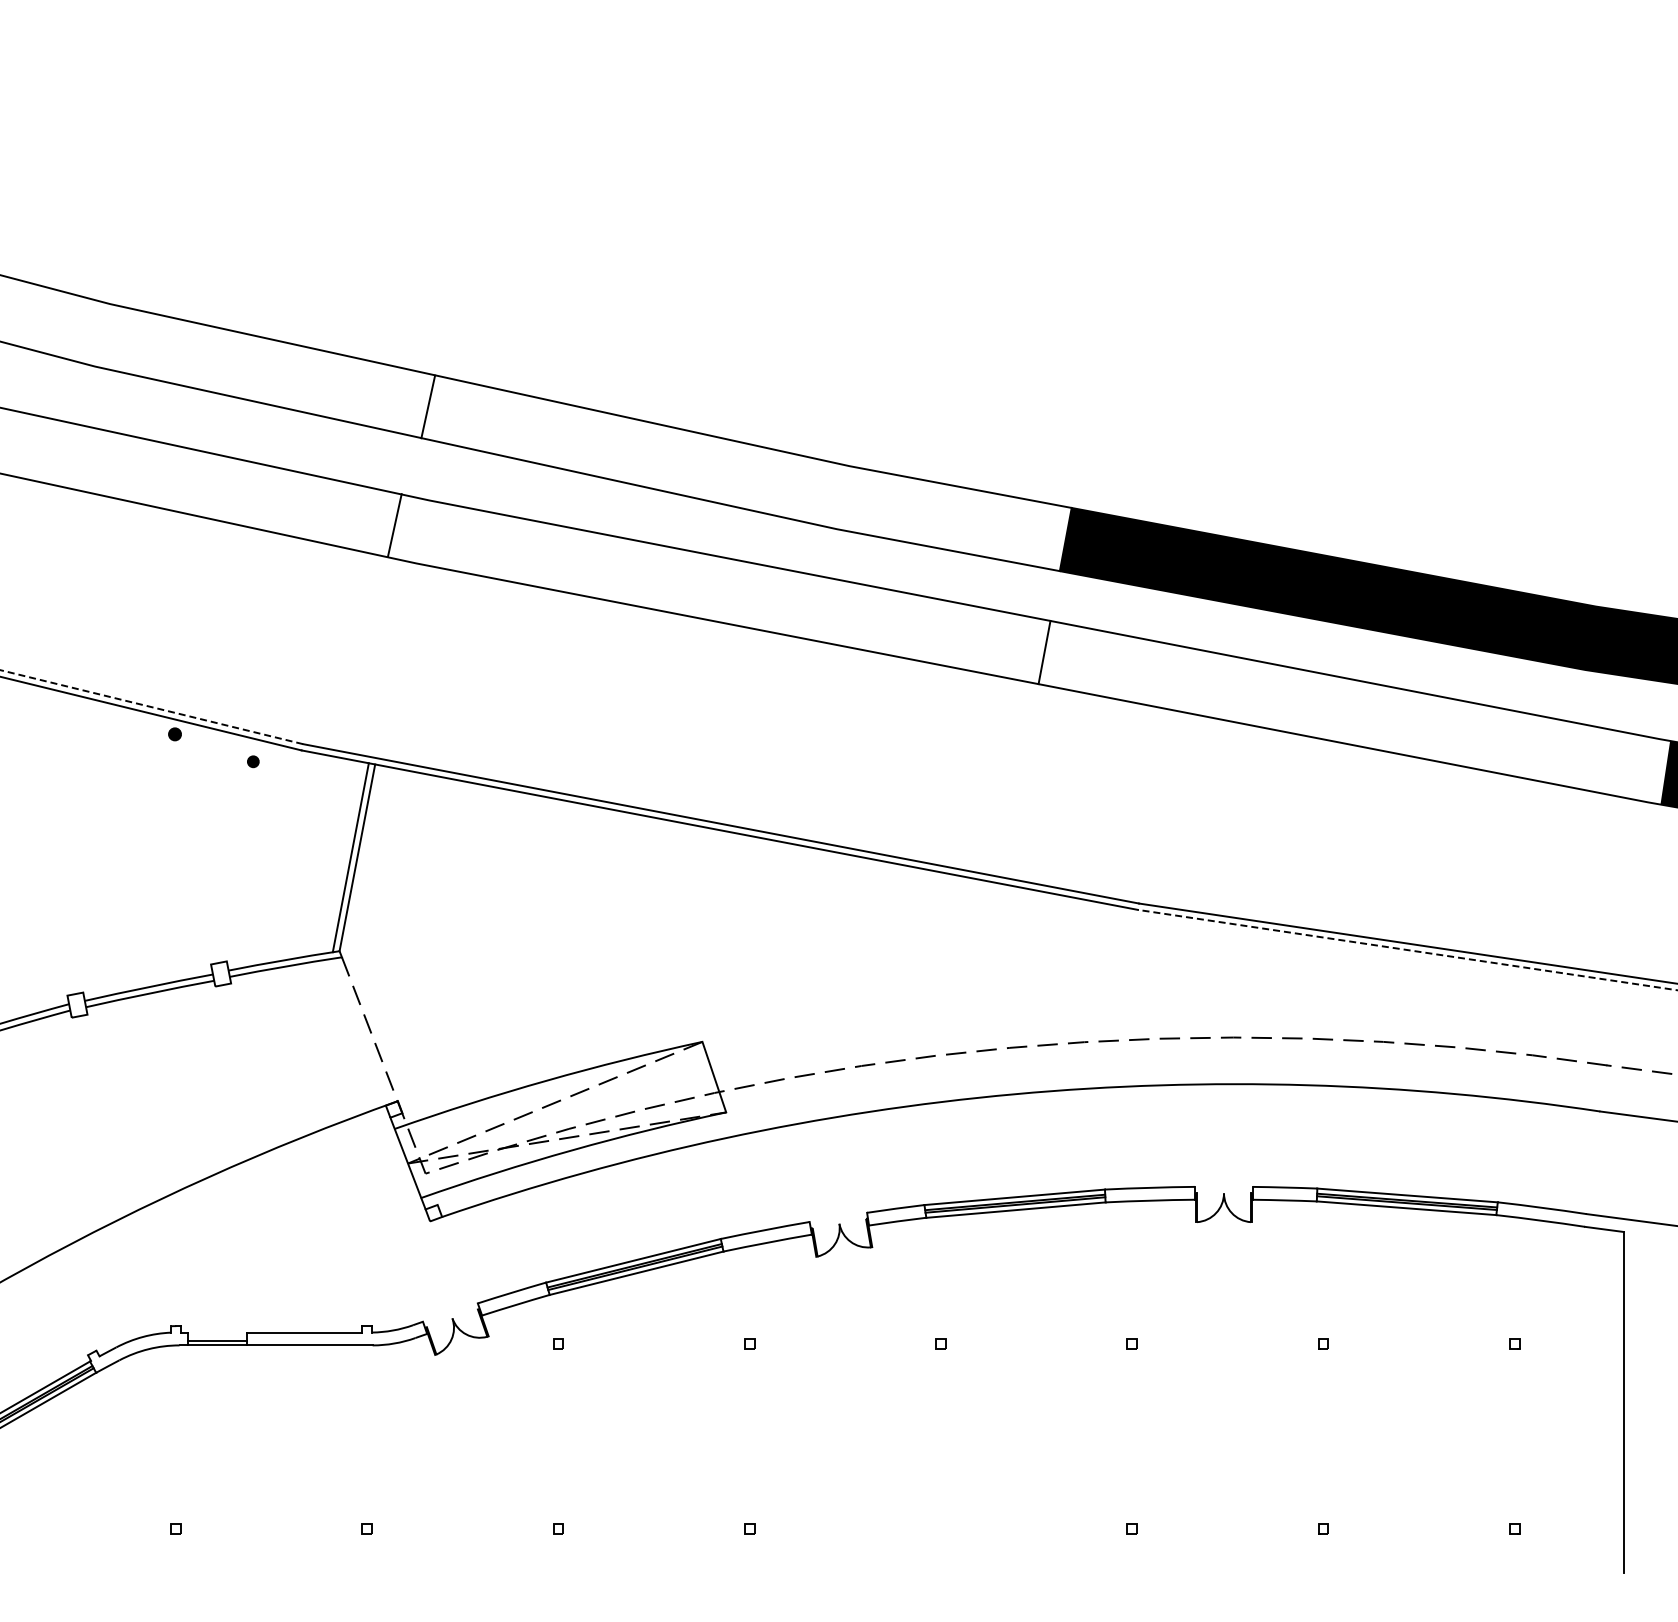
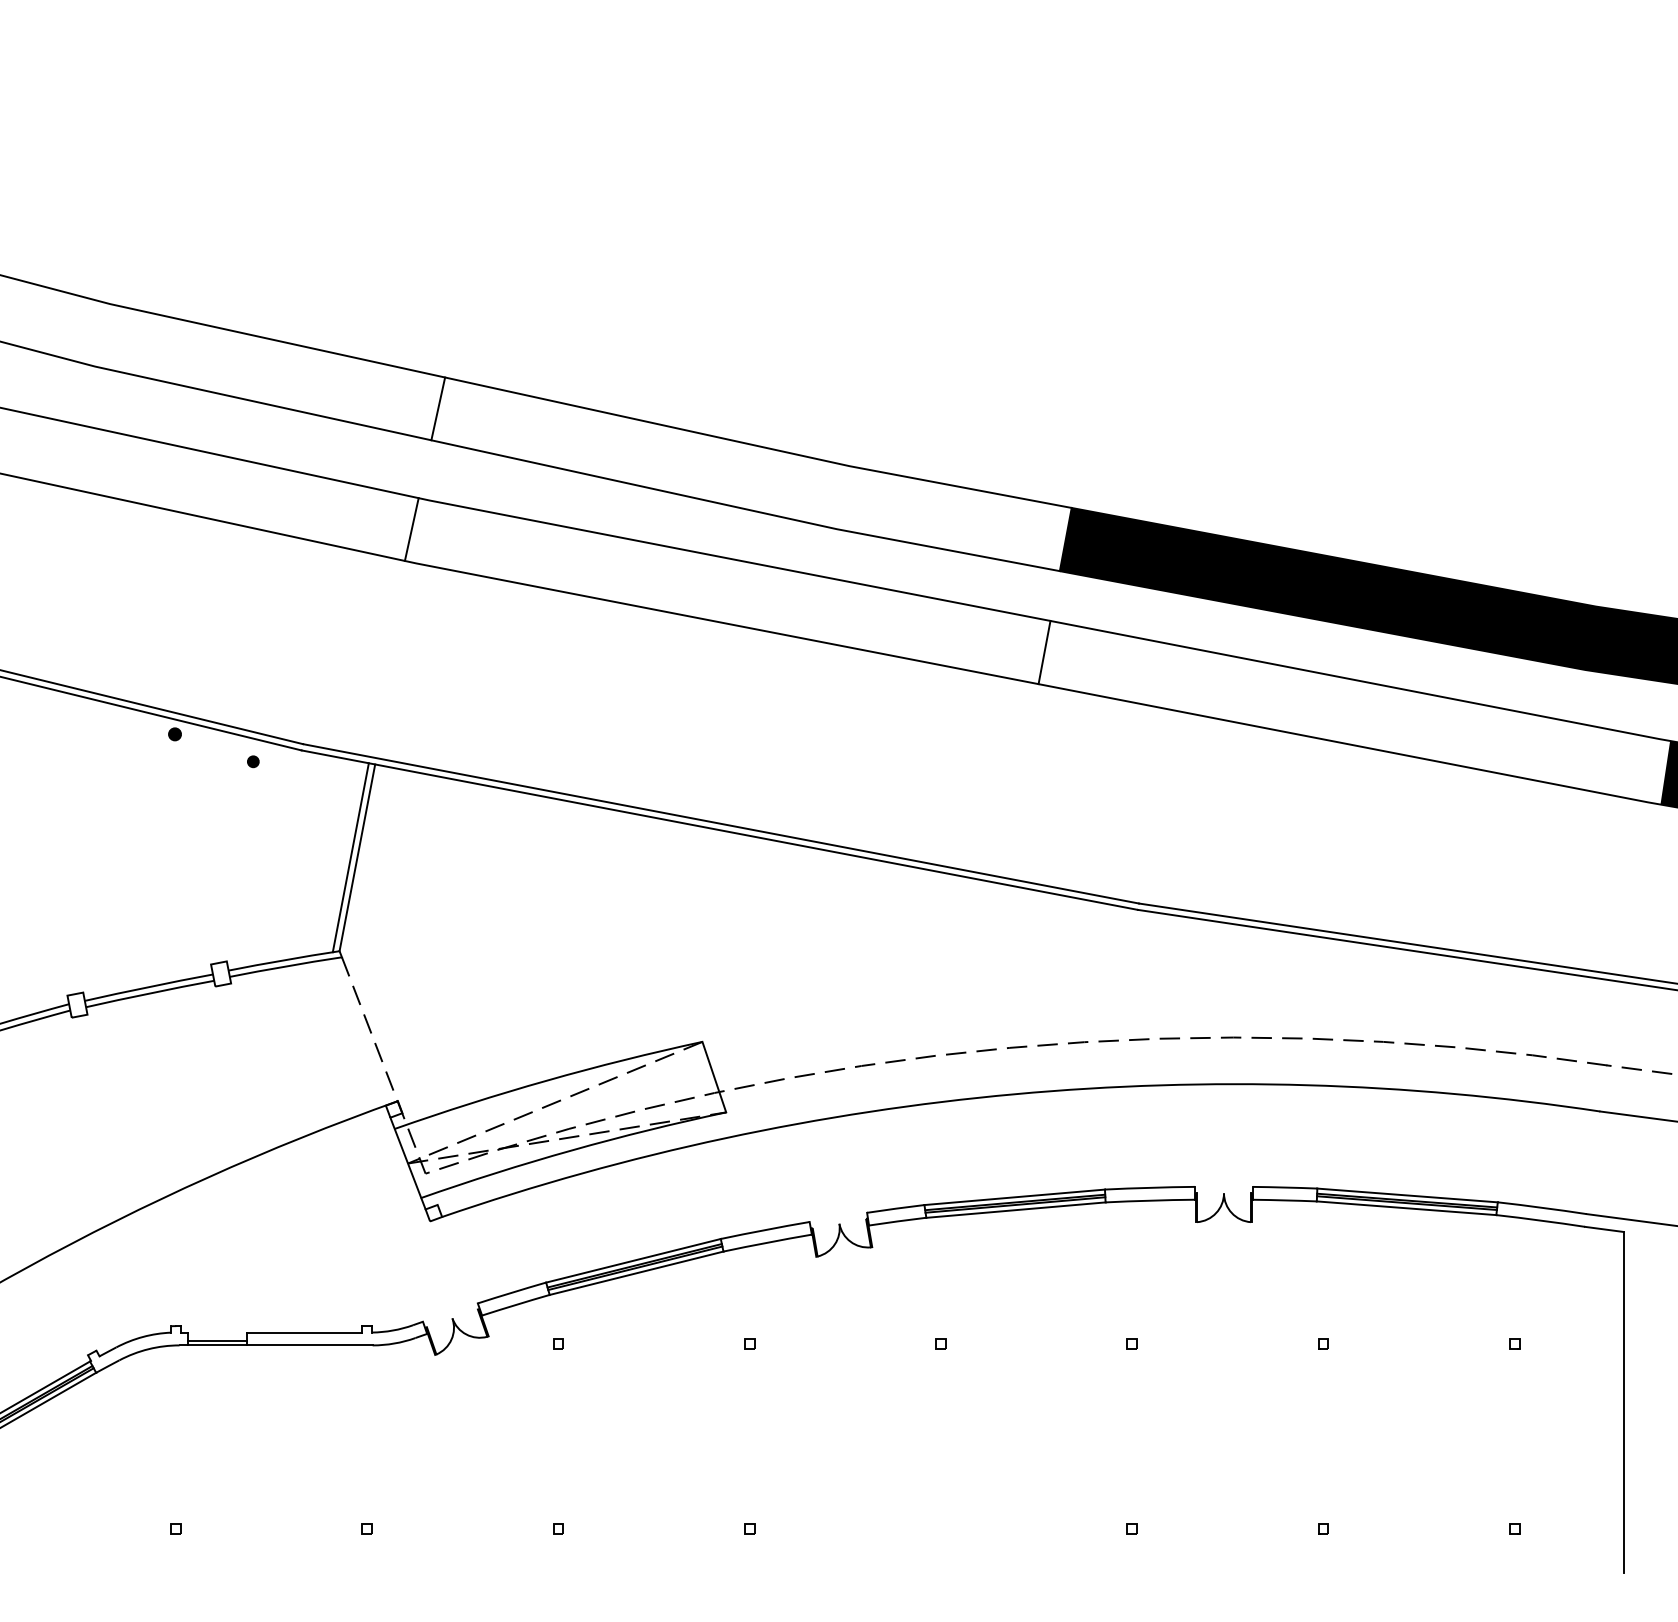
line at (428, 406) position: (428, 406) -> (438, 408)
line at (394, 525) position: (394, 525) -> (411, 529)
line at (151, 707): dashed -> solid
line at (1407, 950): dashed -> solid
